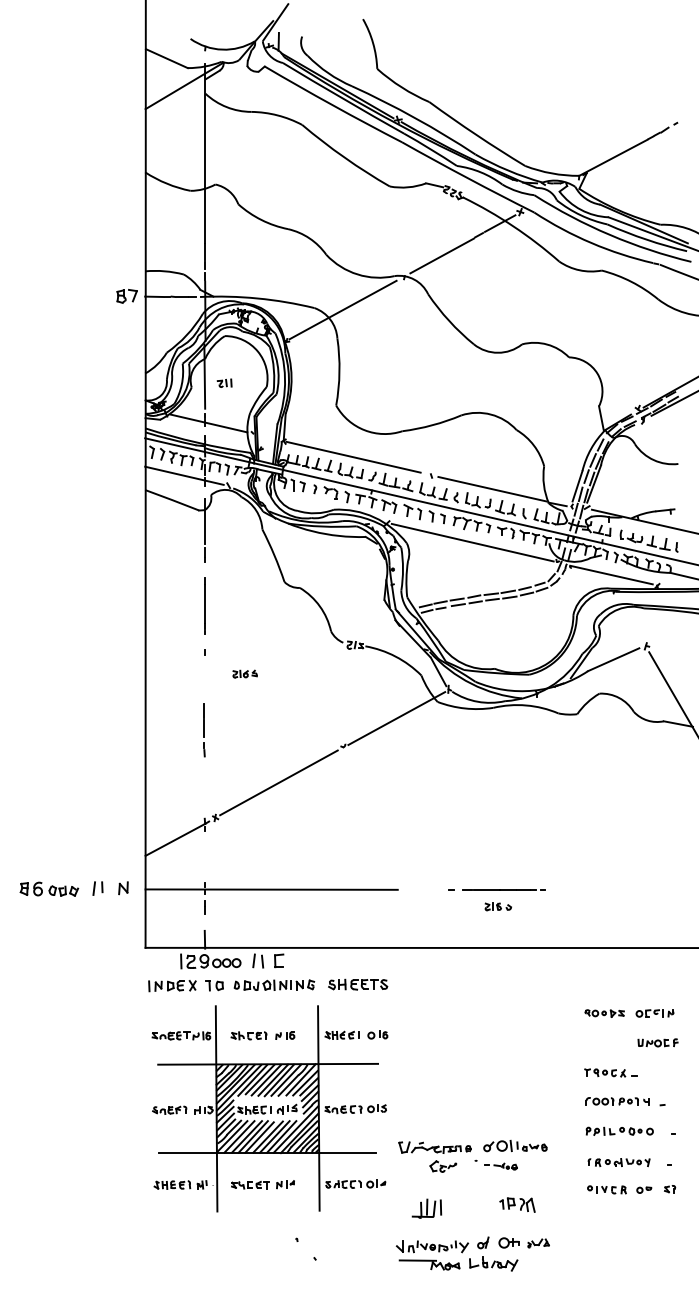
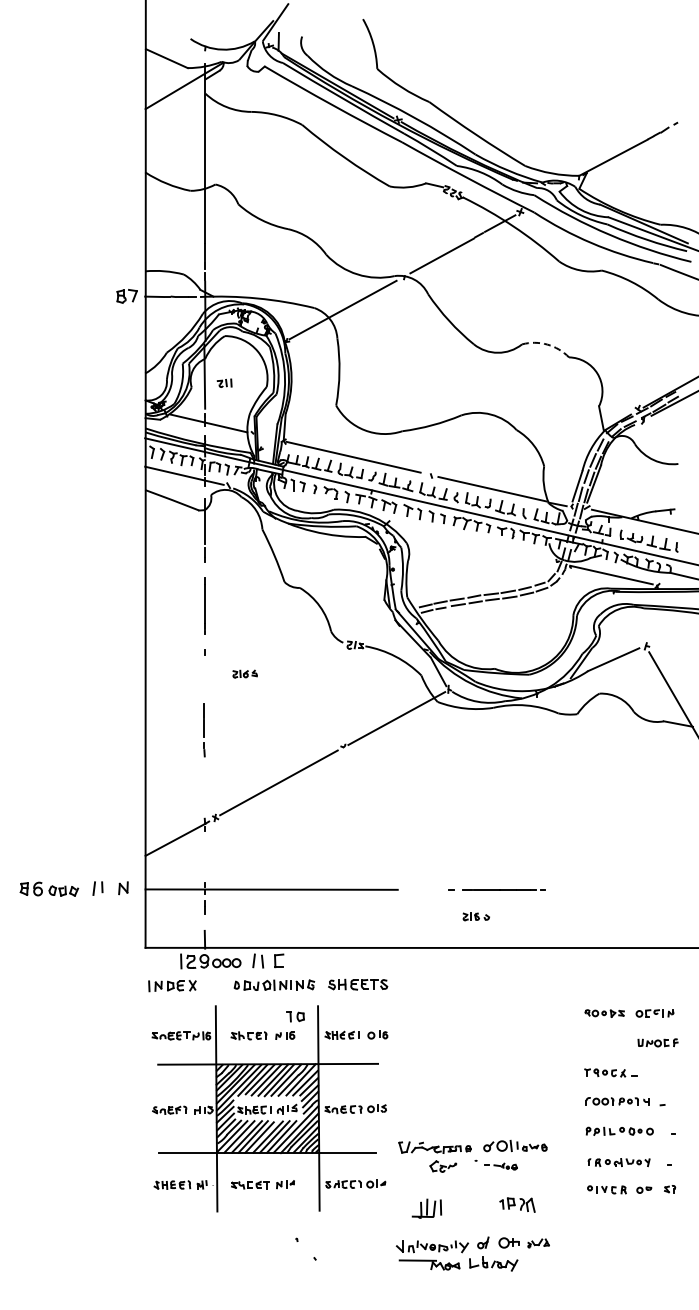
arc at (547, 344): solid -> dashed
line at (472, 542): present -> none
part at (497, 906) position: (497, 906) -> (475, 916)
part at (214, 985) position: (214, 985) -> (295, 1016)
